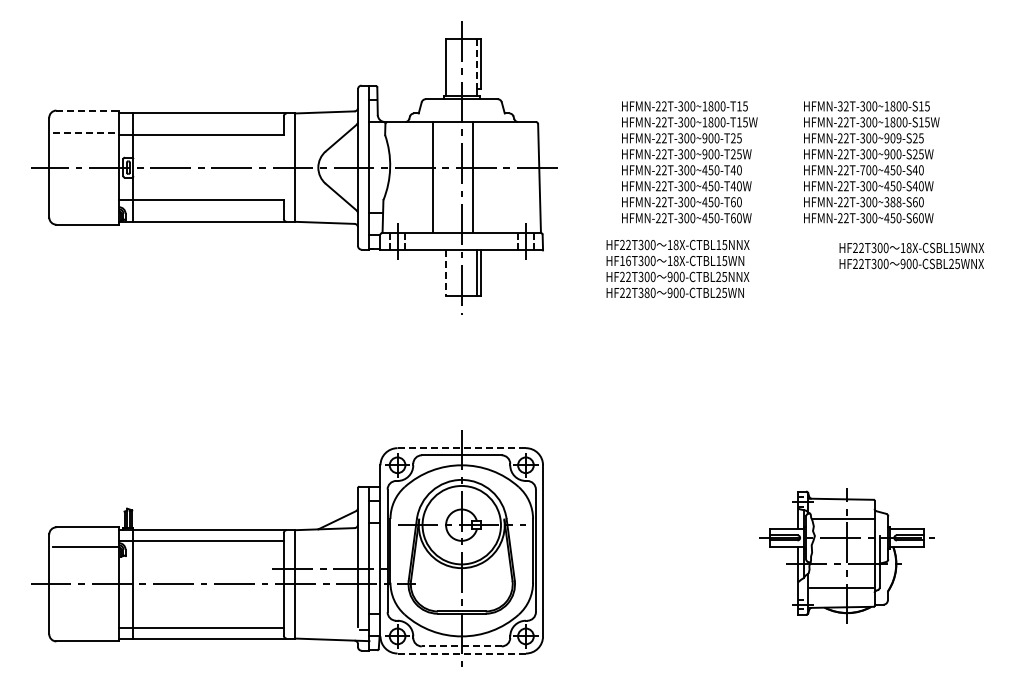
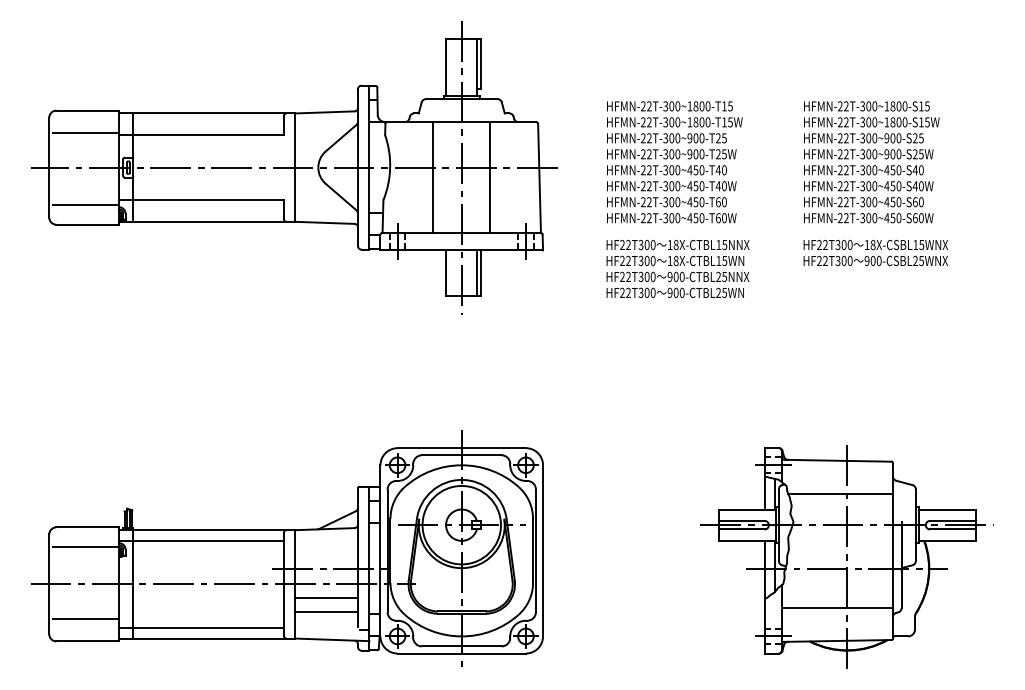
line at (476, 64): dashed -> solid
text at (840, 106): HFMN-32T-300~1800-S15 -> HFMN-22T-300~1800-S15
line at (88, 110): dashed -> solid
line at (86, 133): dashed -> solid
text at (898, 138): HFMN-22T-300~909-S25 -> HFMN-22T-300~900-S25
text at (689, 162) position: (689, 162) -> (674, 162)
text at (862, 170): HFMN-22T-700~450-S40 -> HFMN-22T-300~450-S40
line at (473, 177) position: (473, 177) -> (490, 177)
text at (892, 202): HFMN-22T-300~388-S60 -> HFMN-22T-300~450-S60
line at (85, 204): none -> present
text at (911, 256) position: (911, 256) -> (875, 253)
text at (625, 260): HF16T300 -> HF22T300
line at (446, 273): dashed -> solid
text at (646, 292): HF22T380 -> HF22T300
line at (461, 448): dashed -> solid
part at (846, 555) size: 176x136 px -> 294x224 px
line at (326, 597): none -> present
line at (326, 612): none -> present
line at (85, 618): none -> present
line at (461, 646): dashed -> solid
line at (462, 653): dashed -> solid
